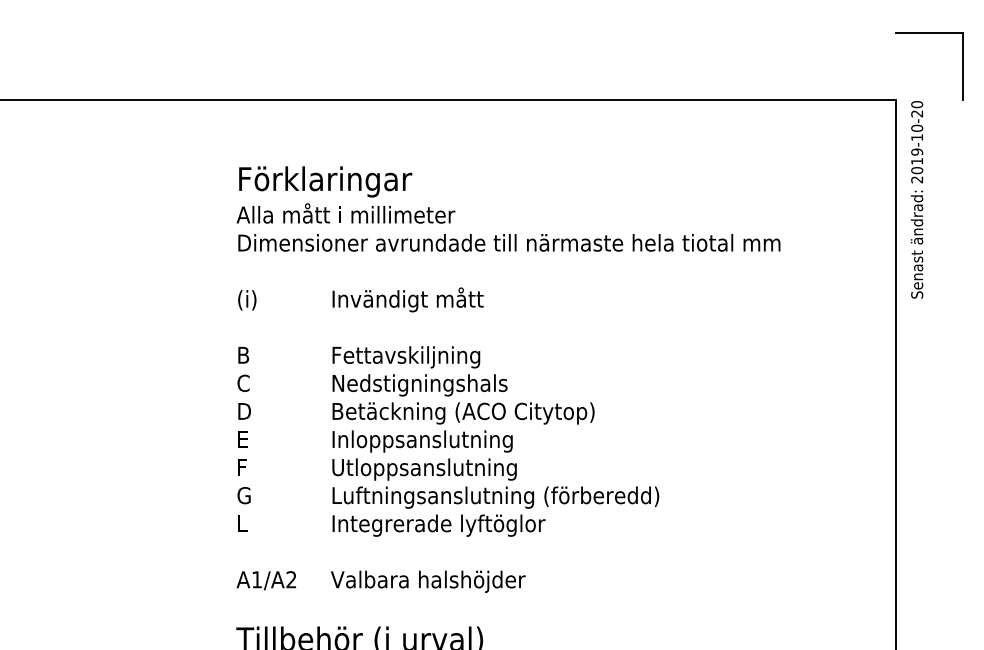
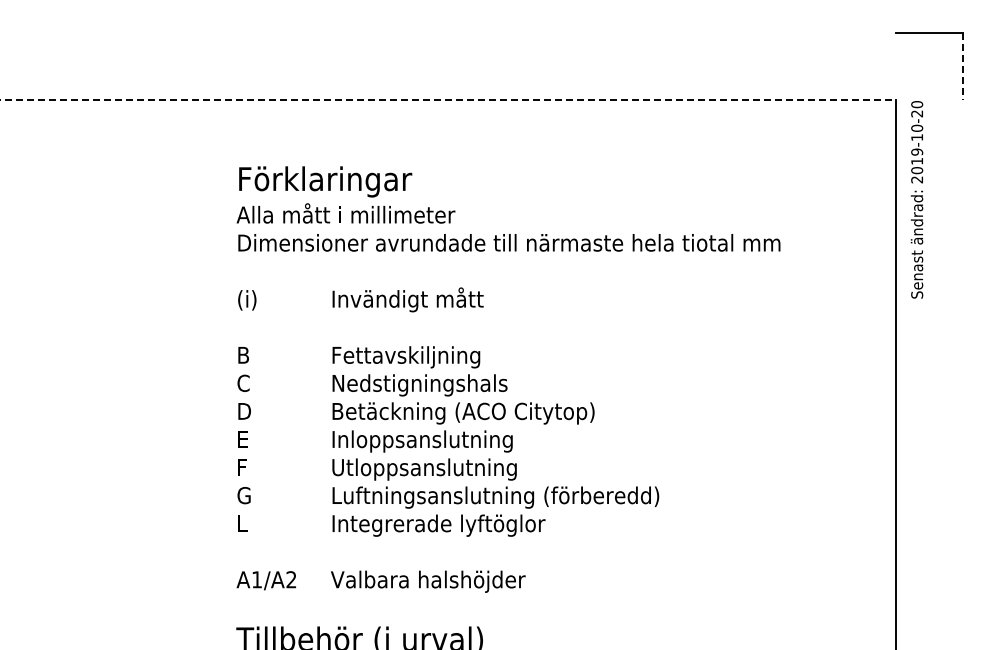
line at (963, 66): solid -> dashed
line at (448, 99): solid -> dashed
